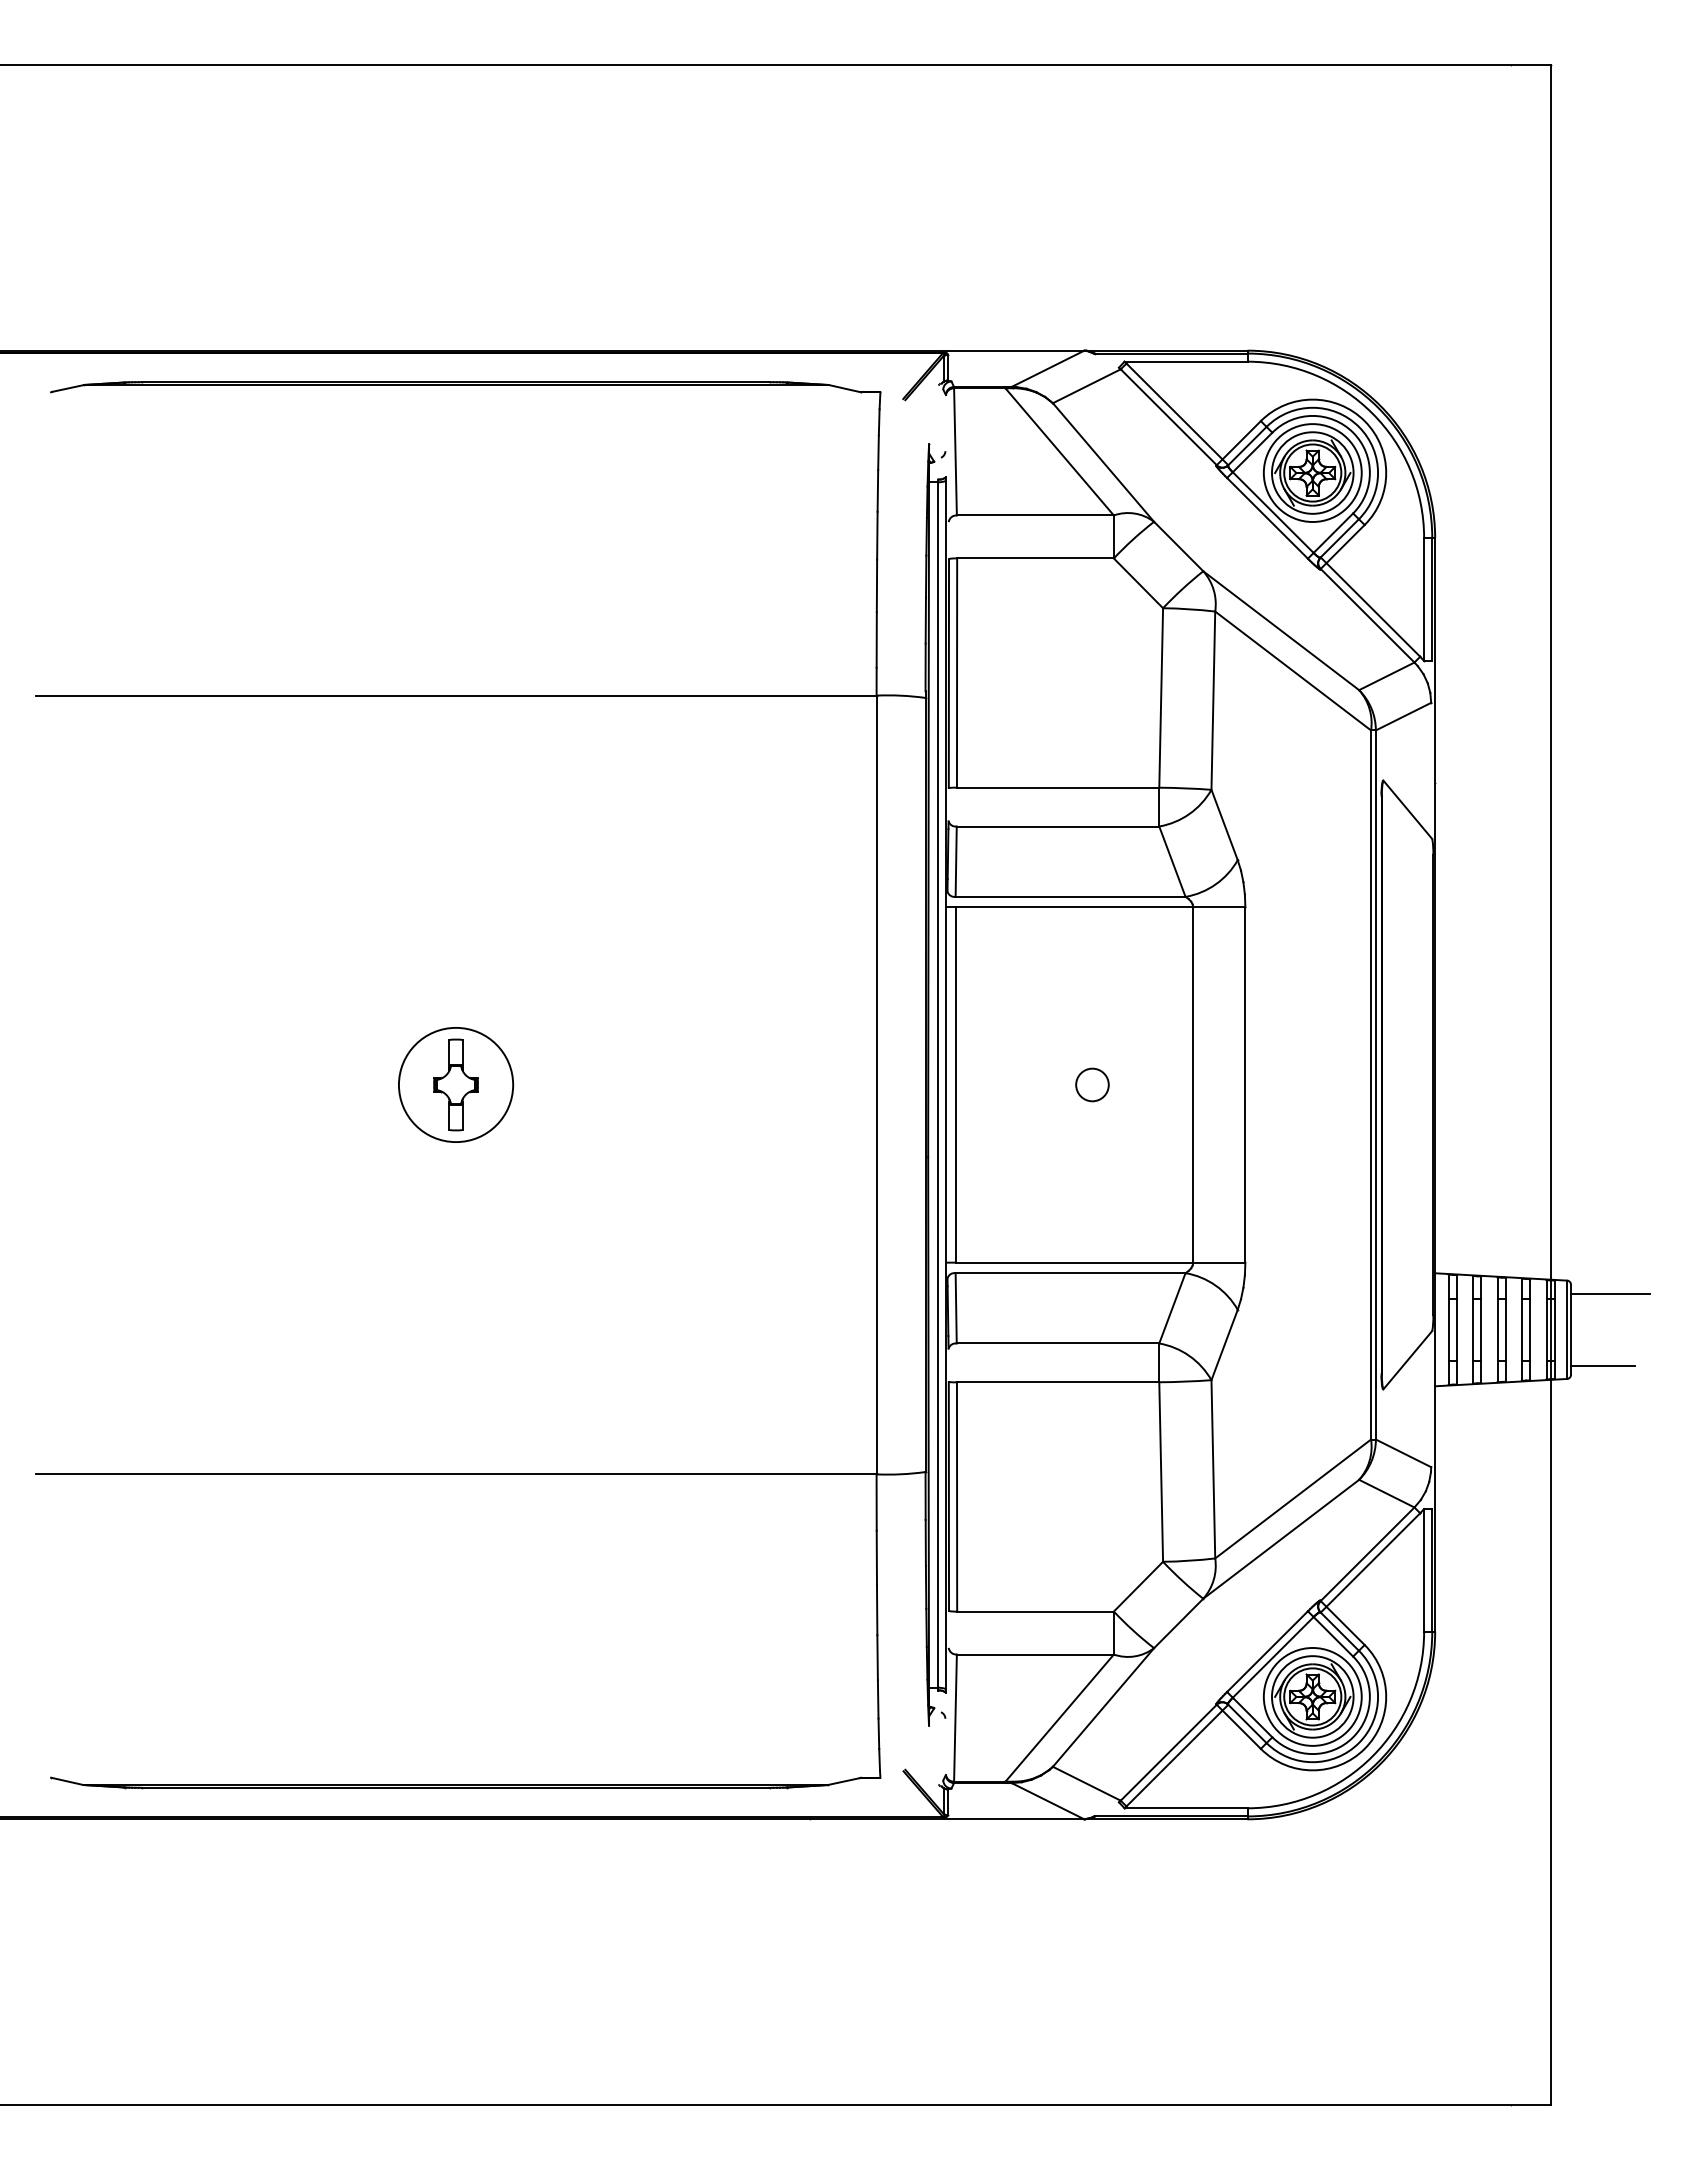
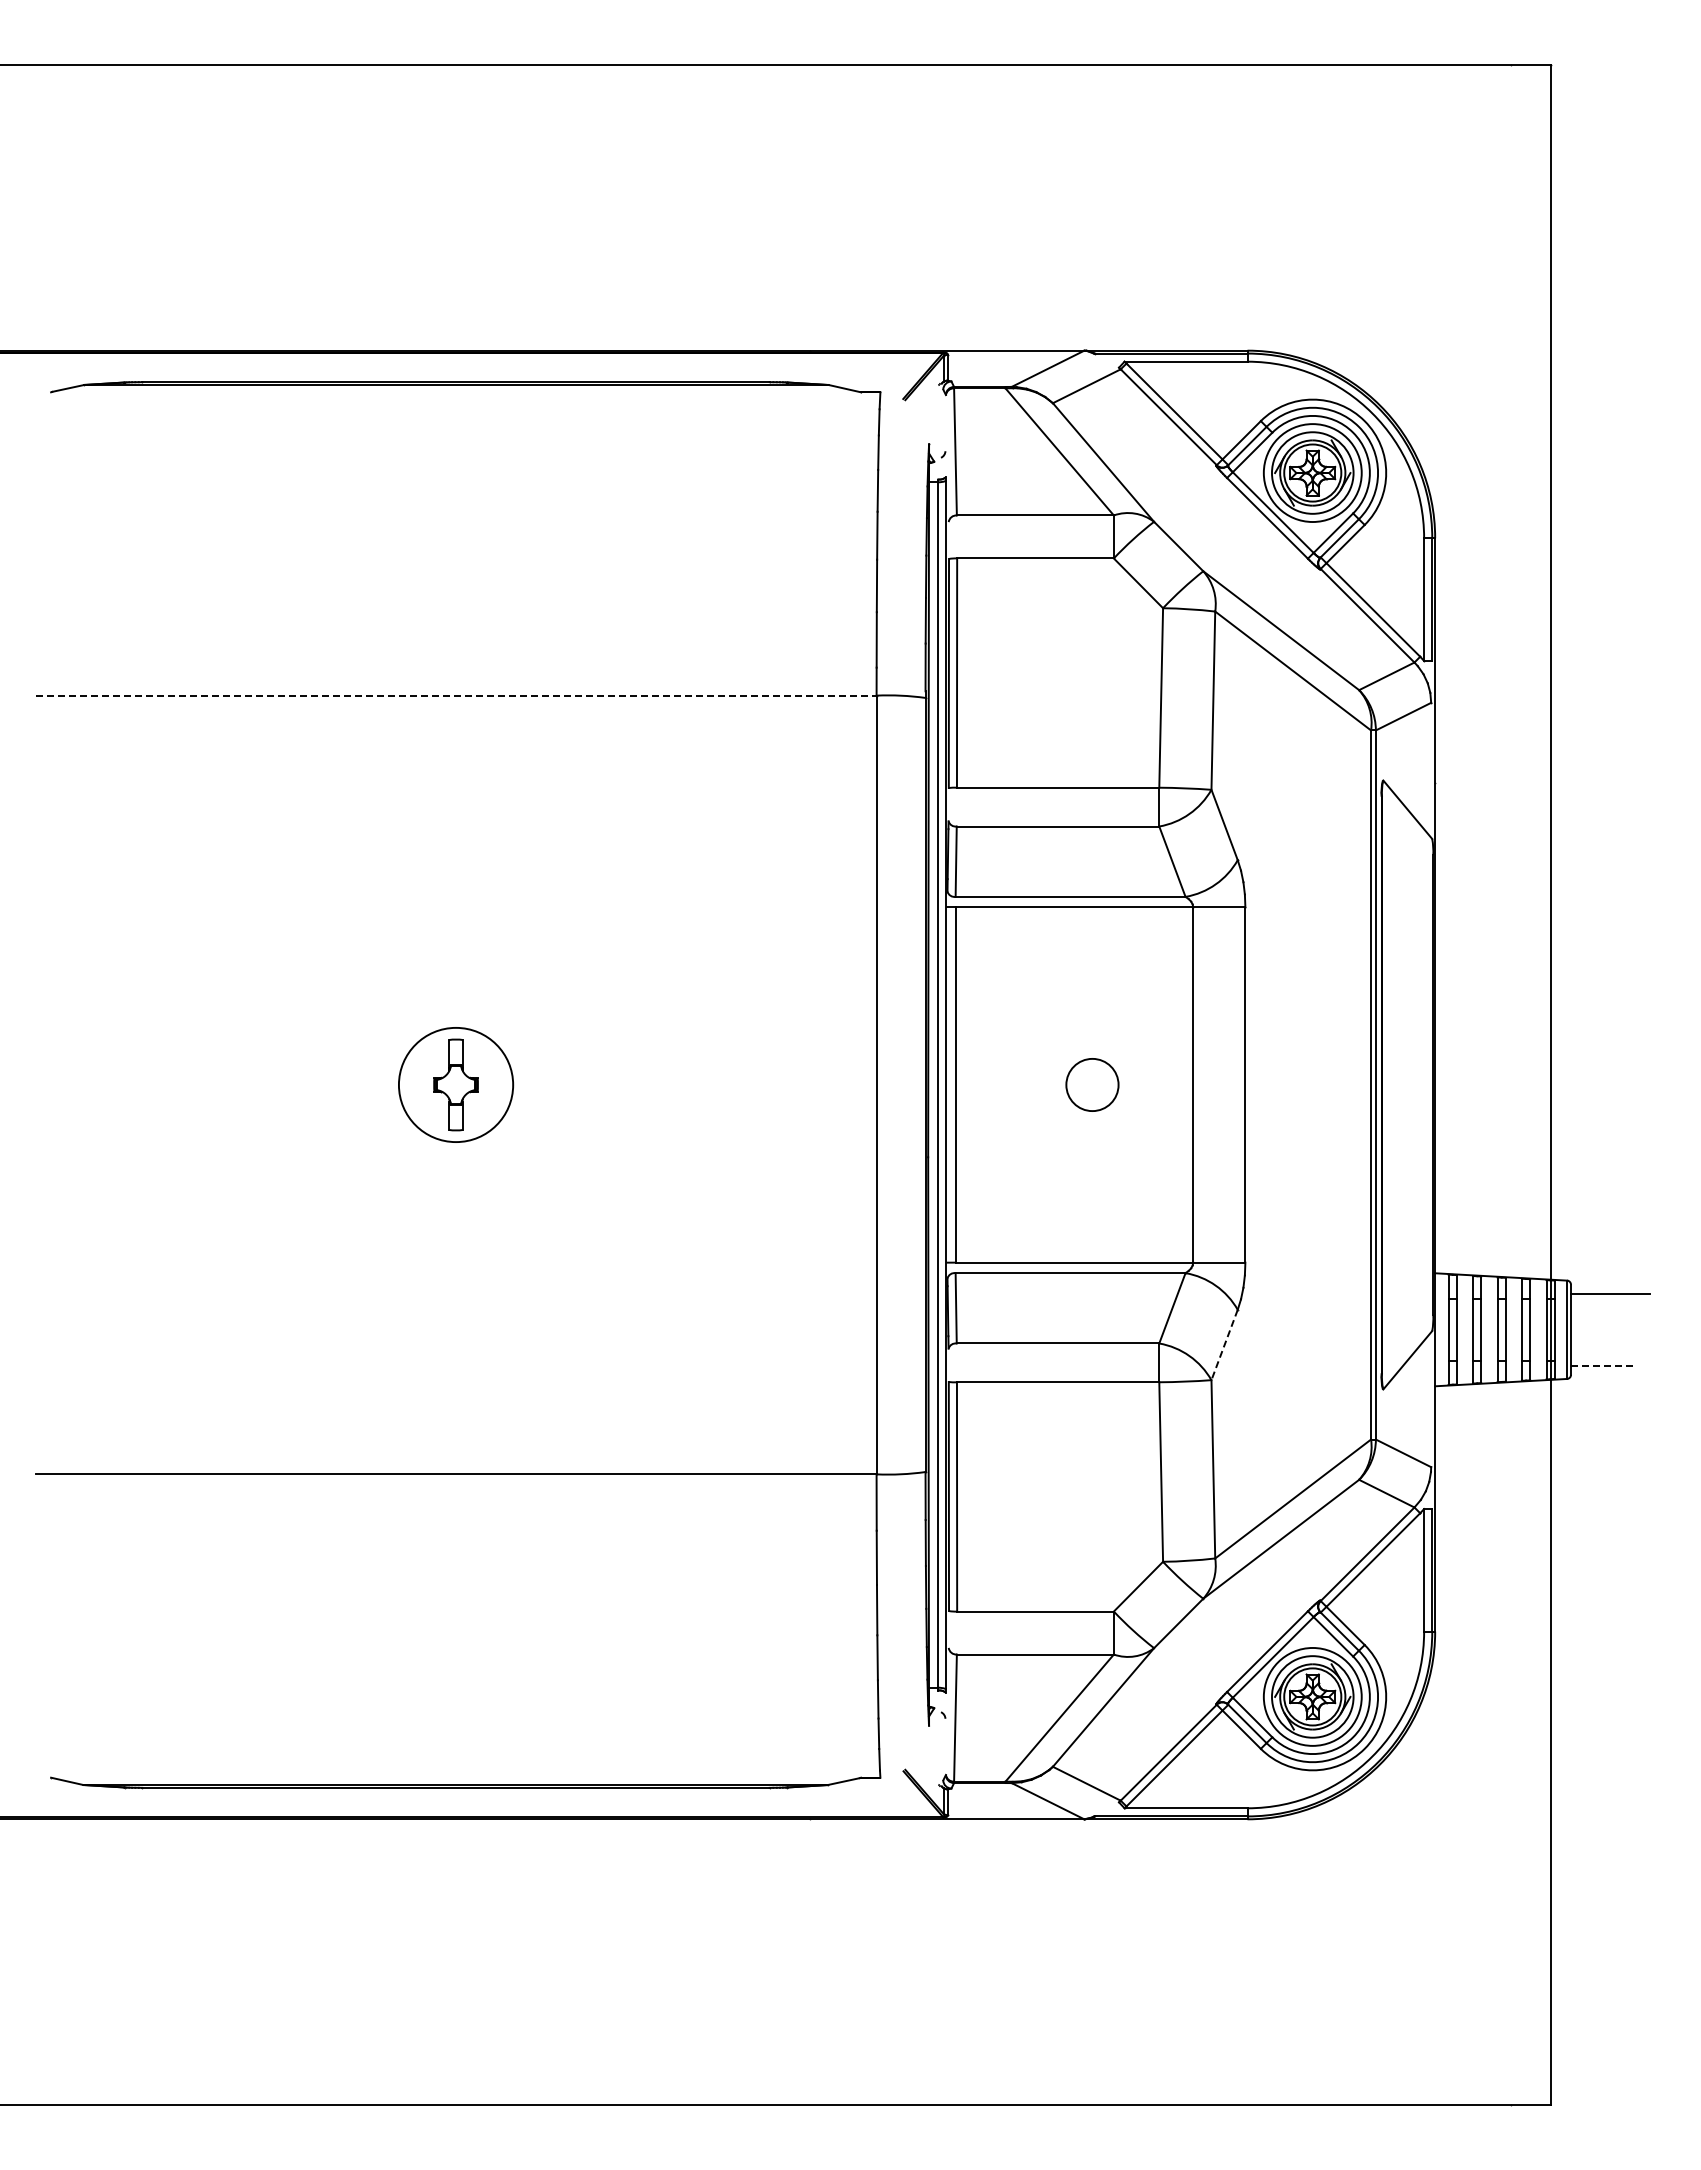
line at (456, 695): solid -> dashed
circle at (1092, 1084) size: 35x36 px -> 55x54 px
line at (1224, 1345): solid -> dashed
line at (1602, 1365): solid -> dashed
